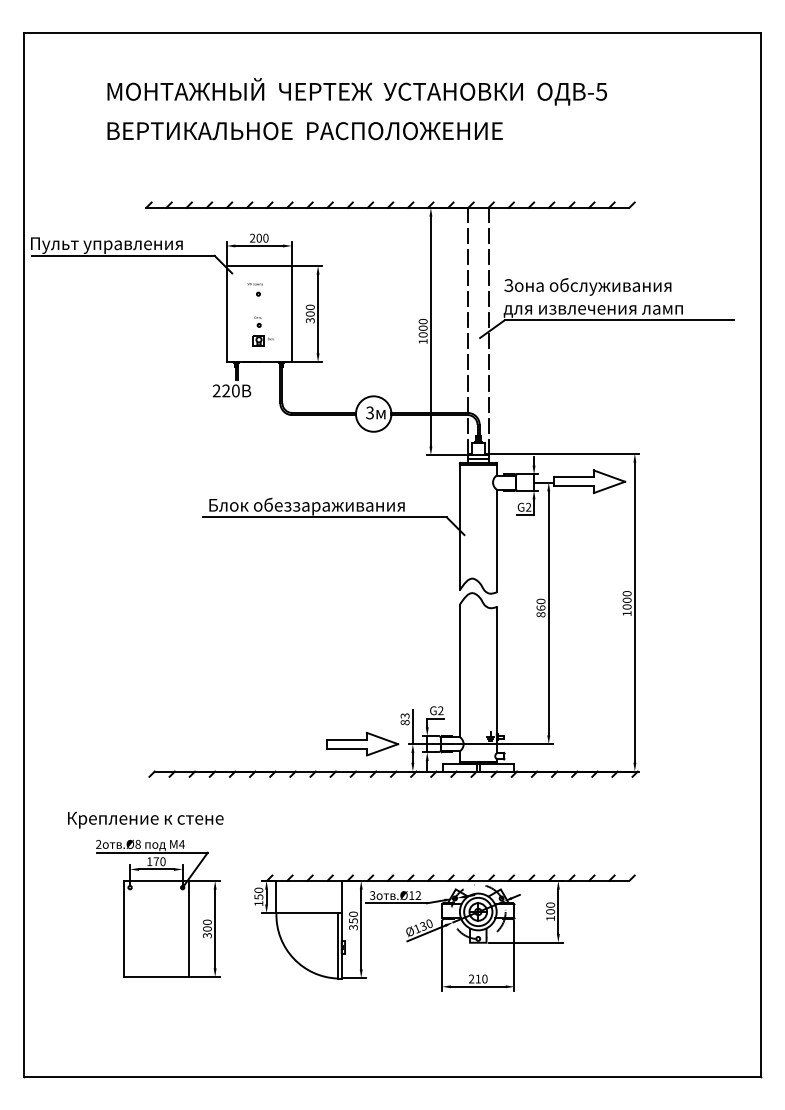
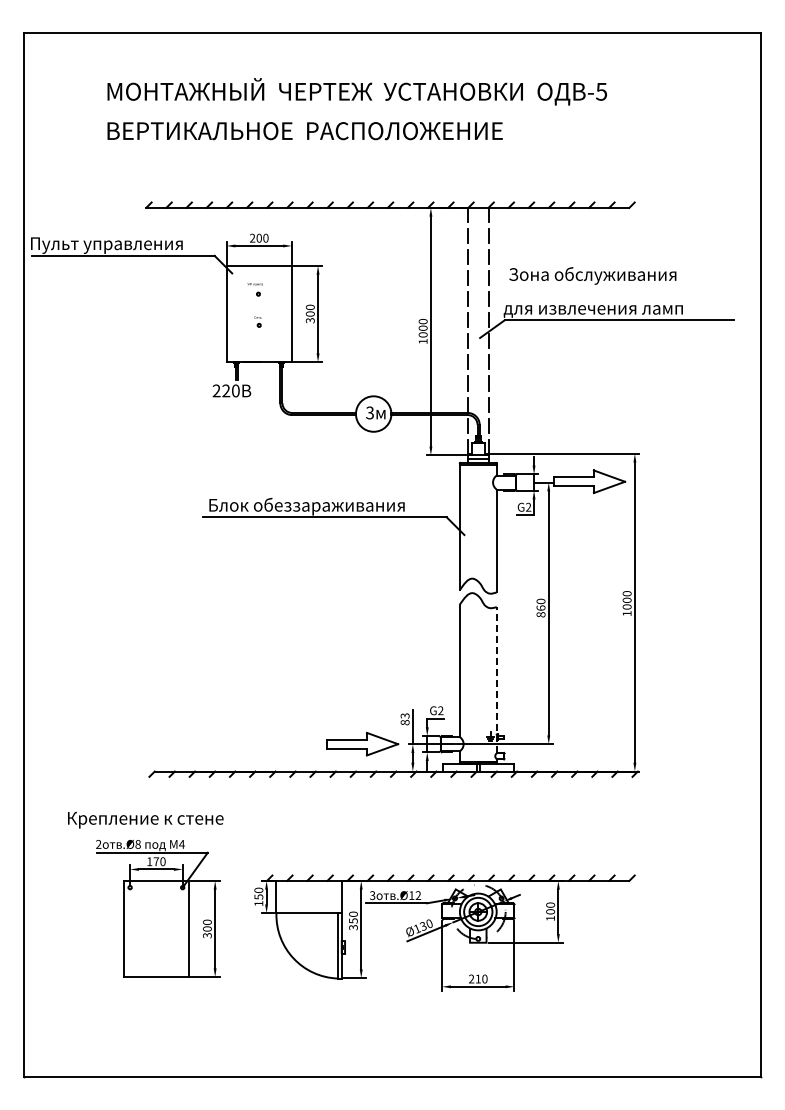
text at (587, 286) position: (587, 286) -> (592, 275)
part at (263, 340): present -> none
line at (496, 679): solid -> dashed
